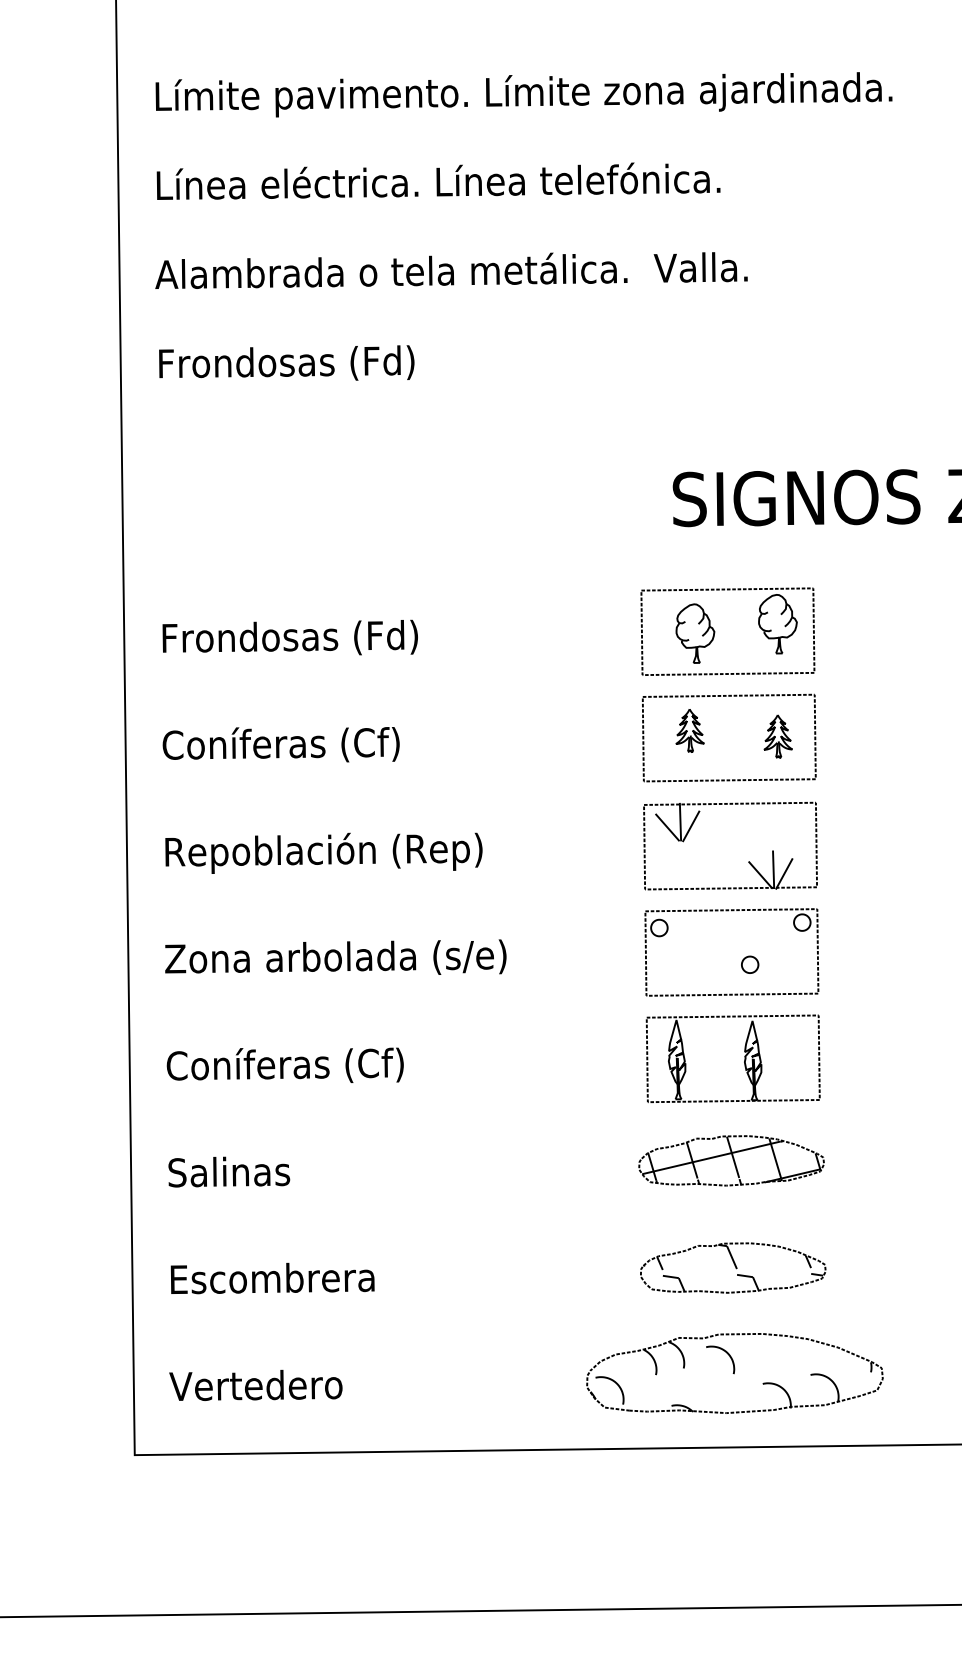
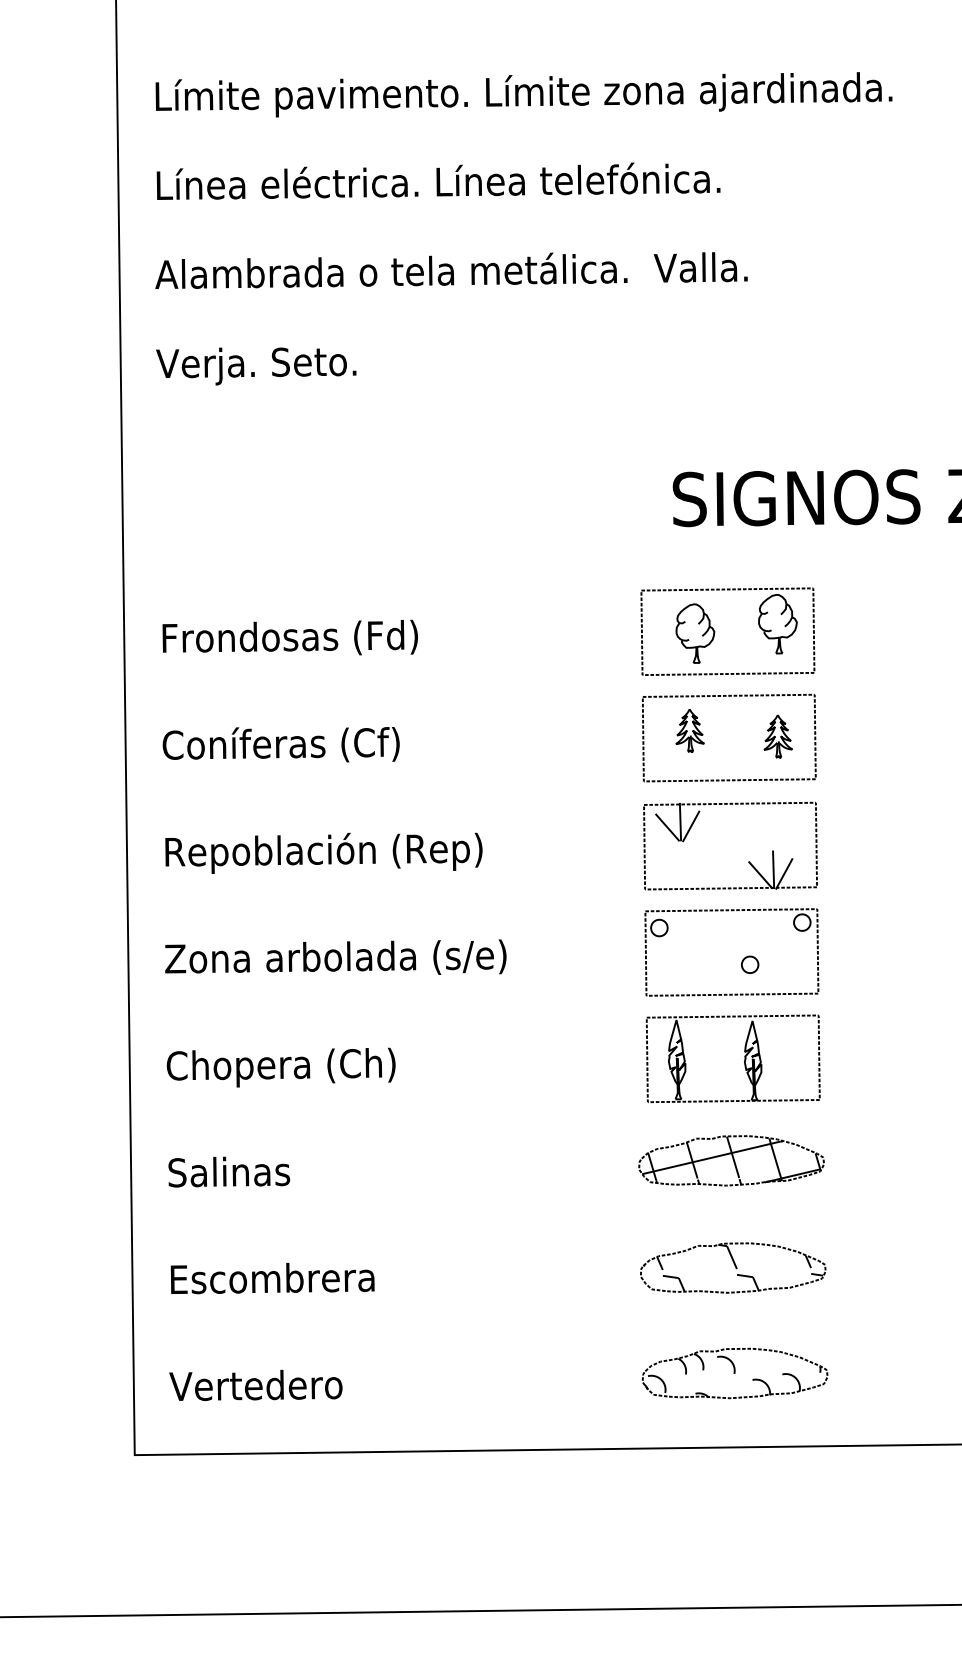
text at (285, 365): Frondosas (Fd) -> Verja. Seto.
text at (297, 1067): Coníferas (Cf) -> Chopera (Ch)
part at (734, 1373) size: 298x81 px -> 187x53 px
